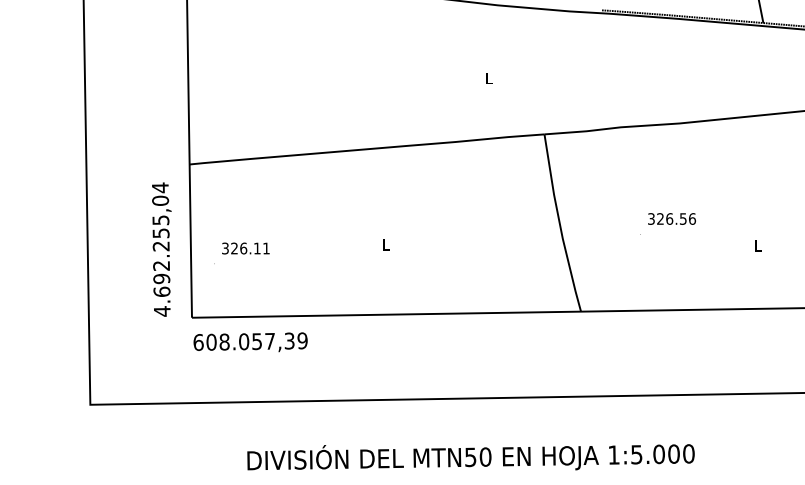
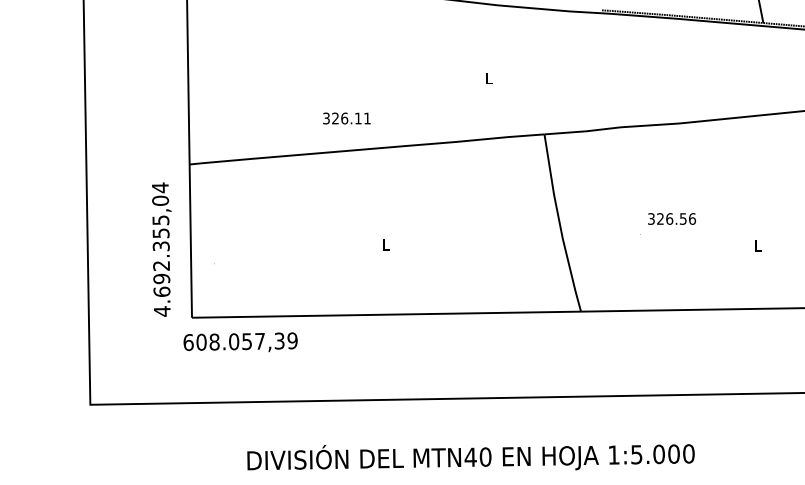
text at (161, 246): 4.692.255,04 -> 4.692.355,04
text at (245, 248) position: (245, 248) -> (346, 118)
text at (250, 342) position: (250, 342) -> (240, 342)
text at (470, 457): MTN50 -> MTN40
